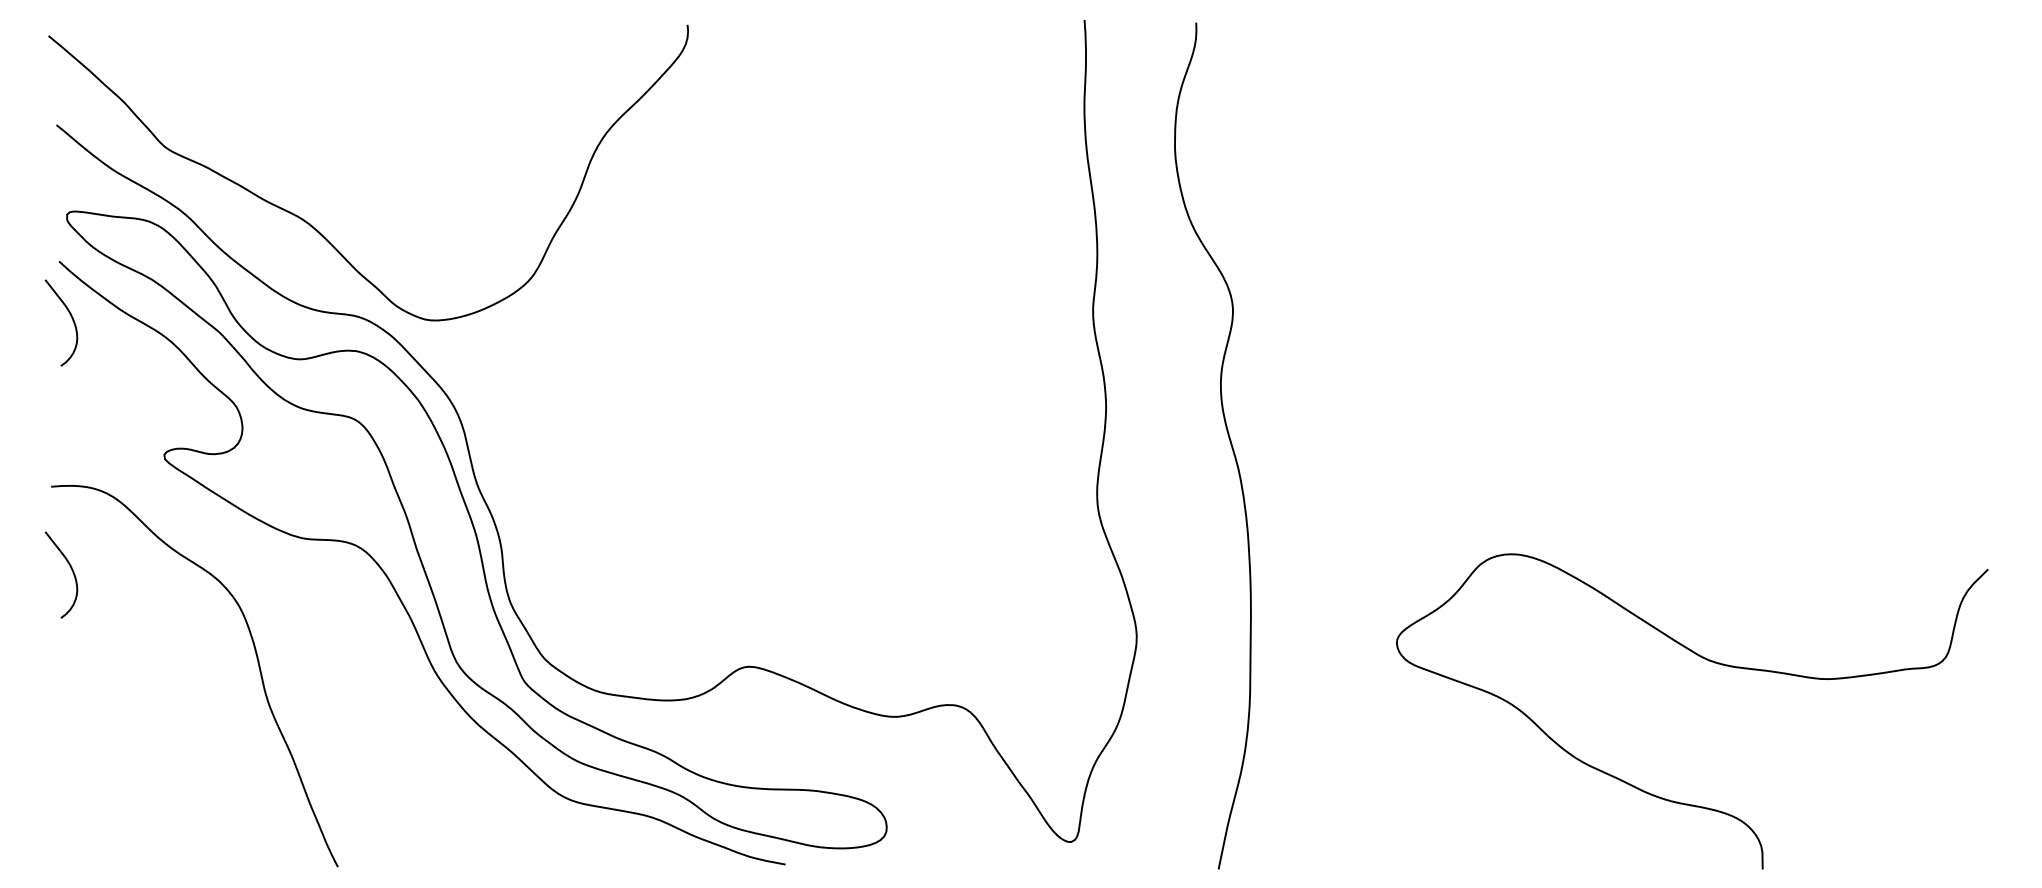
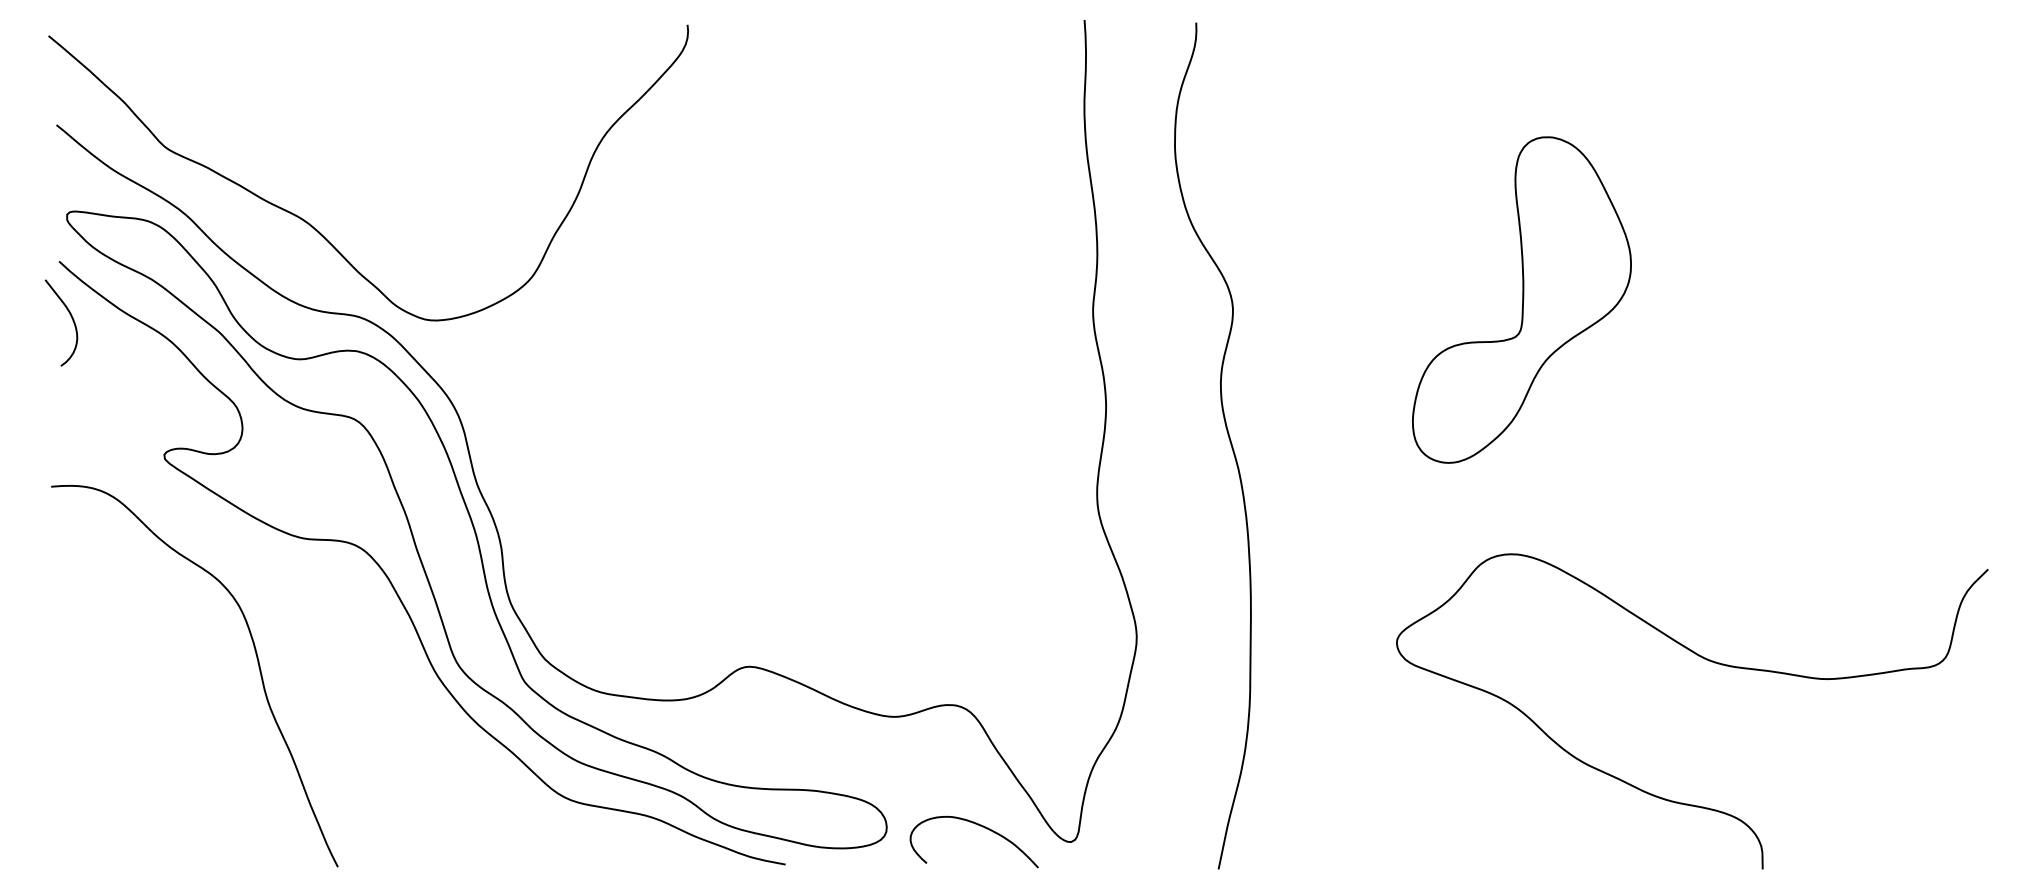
part at (1521, 299): none -> present
curve at (71, 570): present -> none
curve at (977, 825): none -> present
